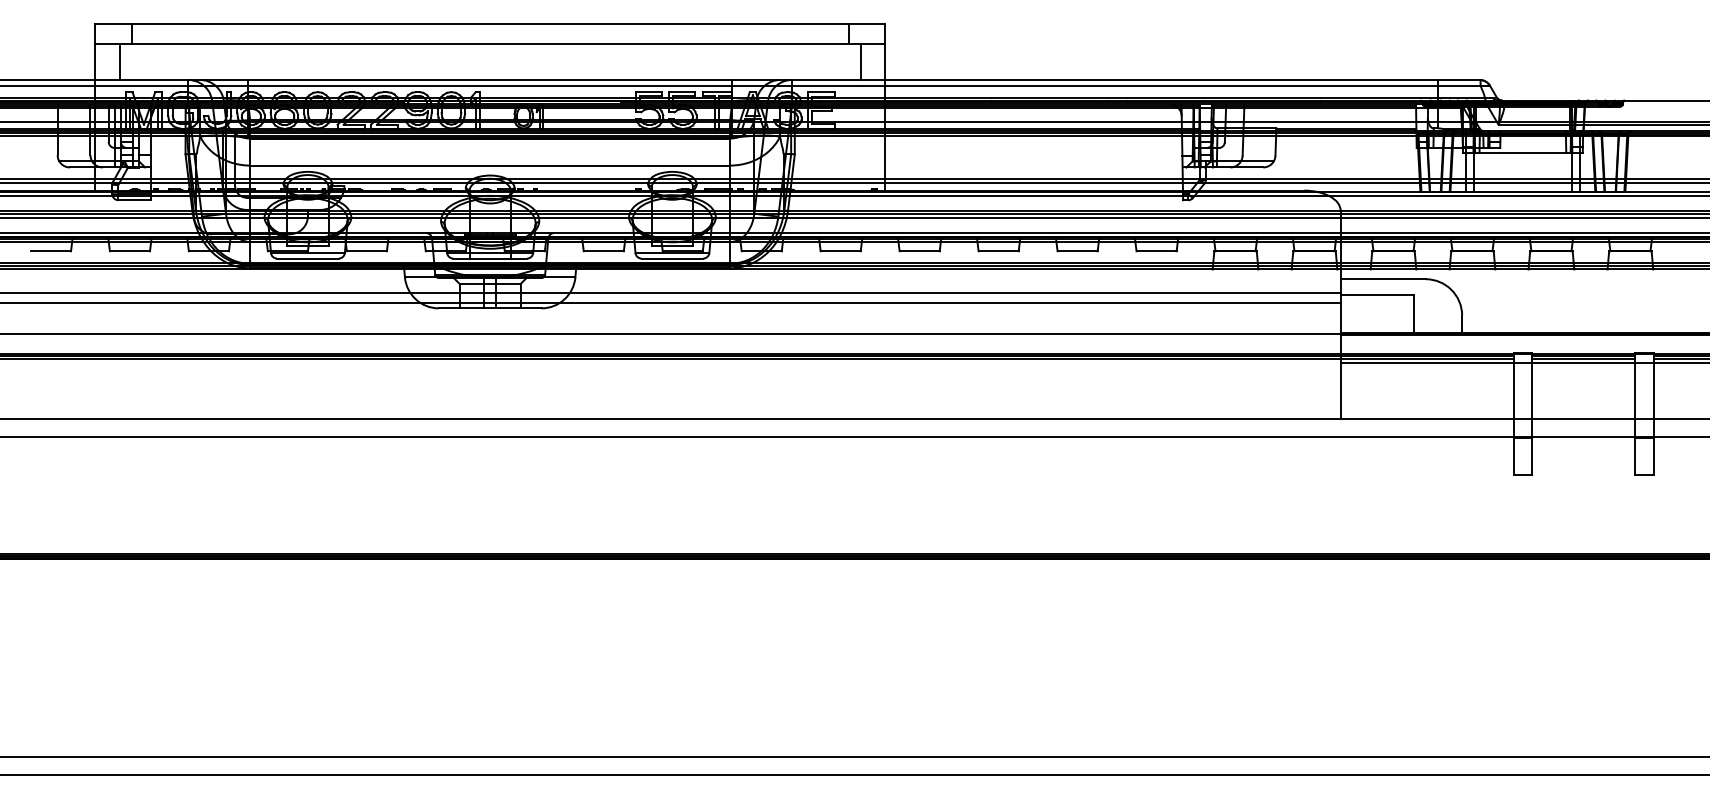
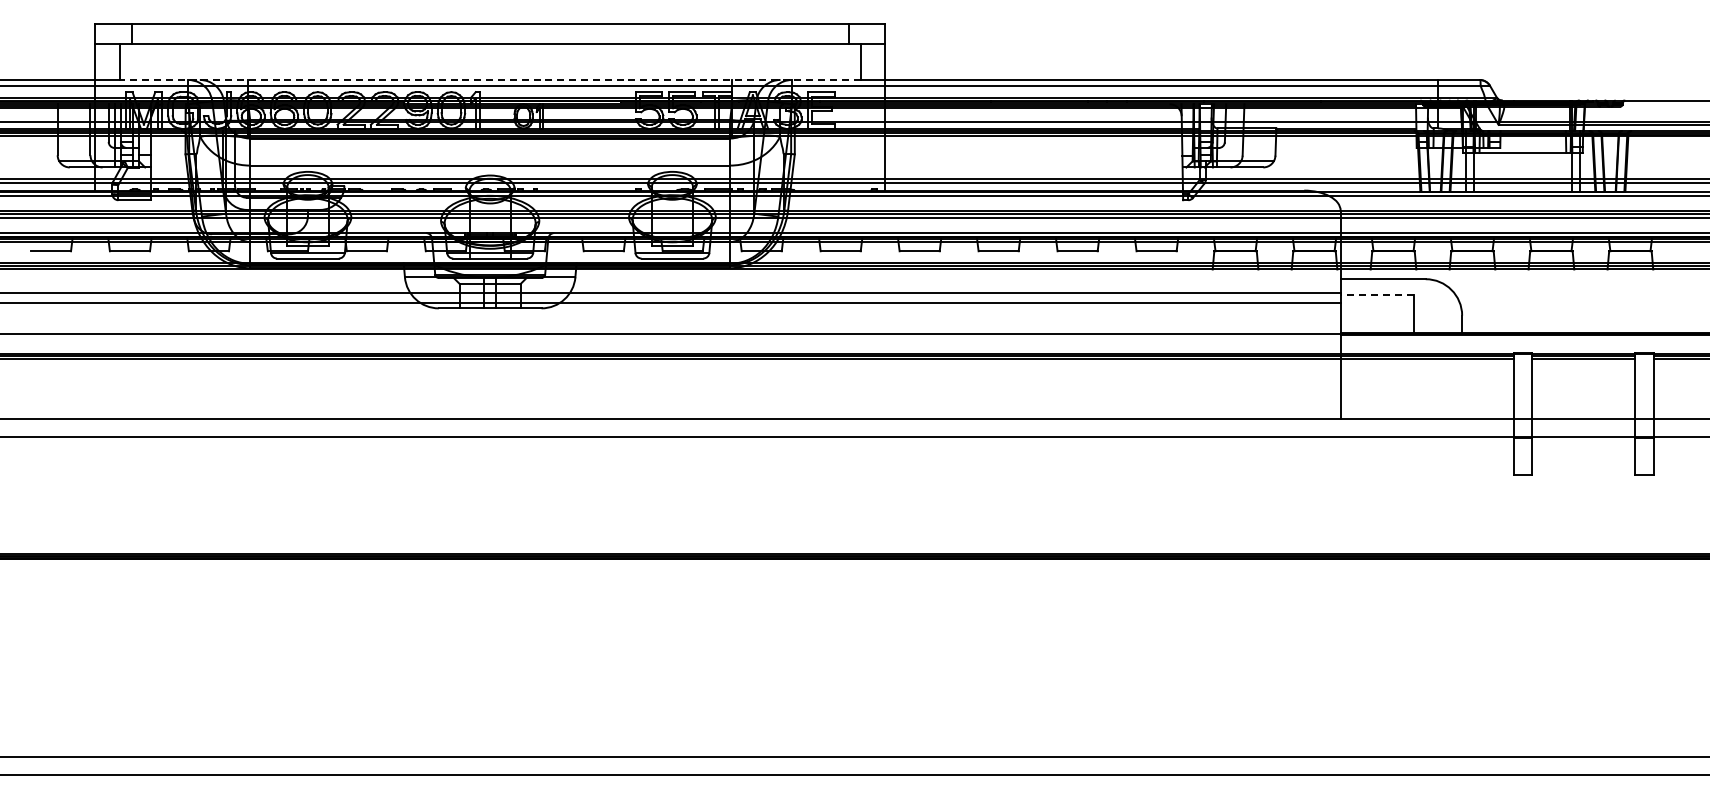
line at (490, 79): solid -> dashed
line at (1376, 295): solid -> dashed
line at (1523, 363): present -> none
